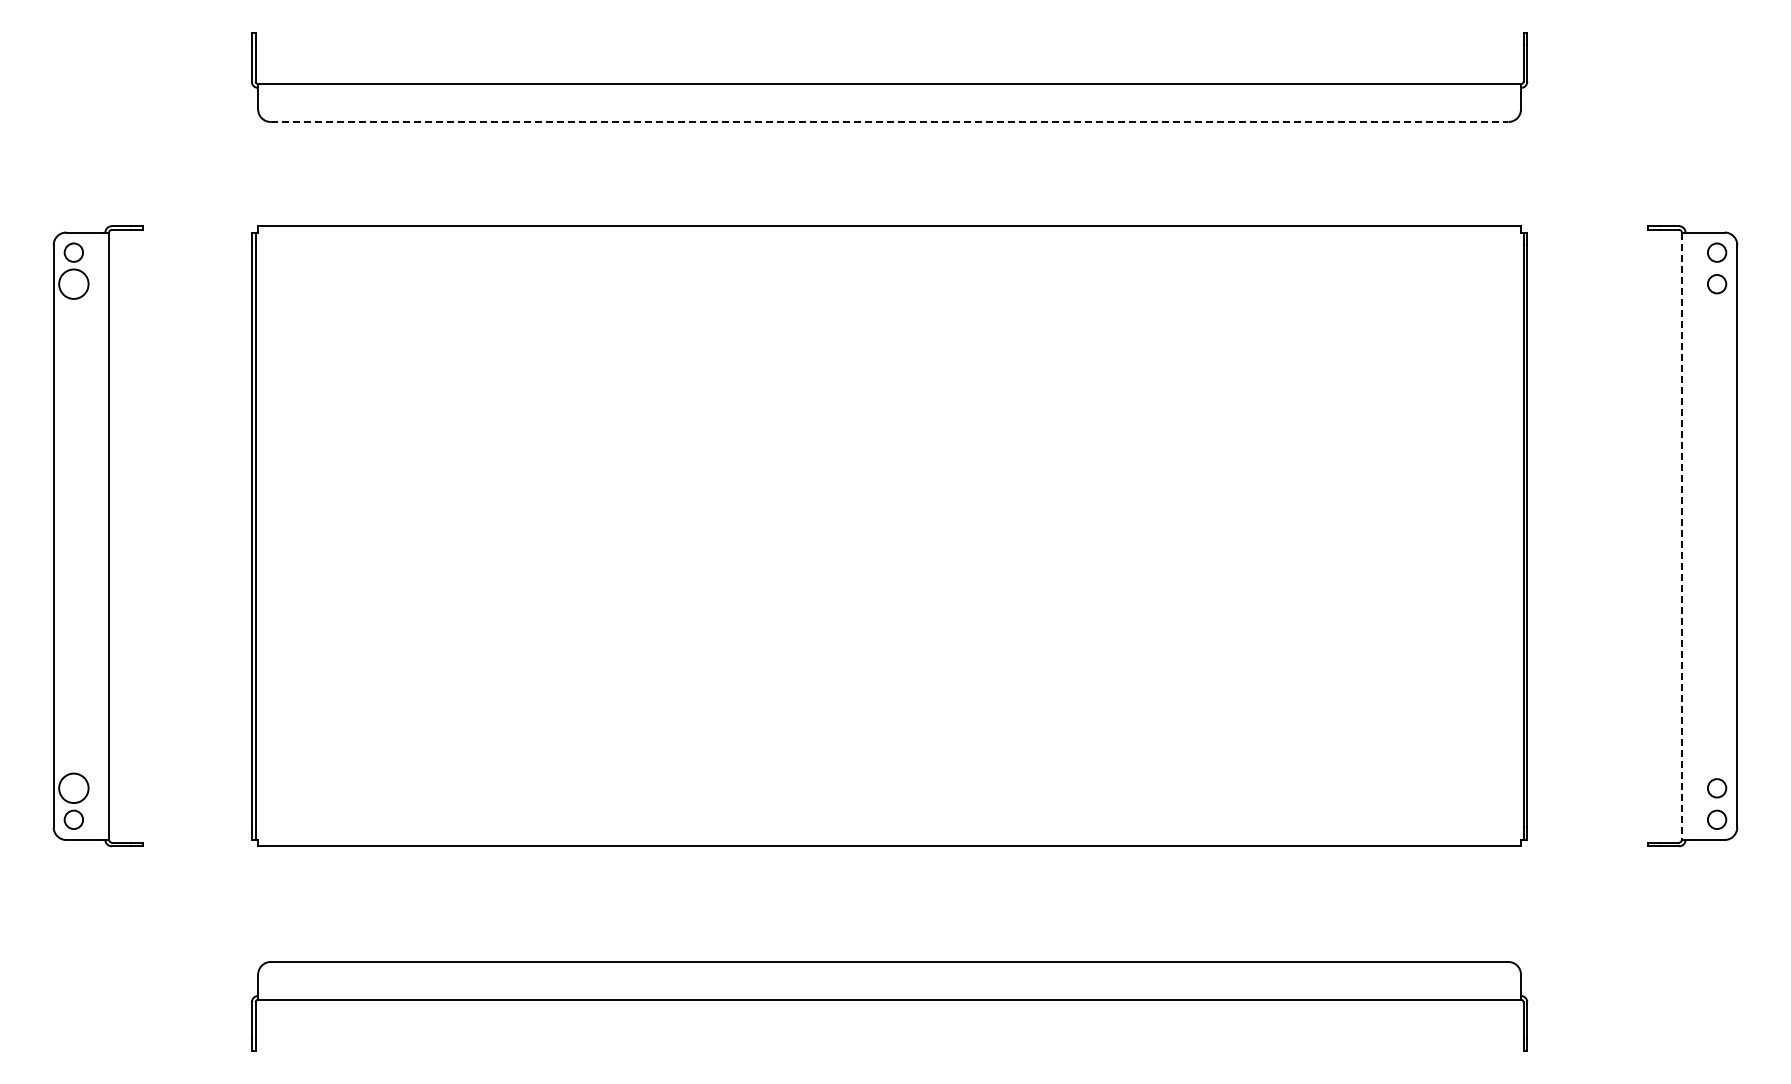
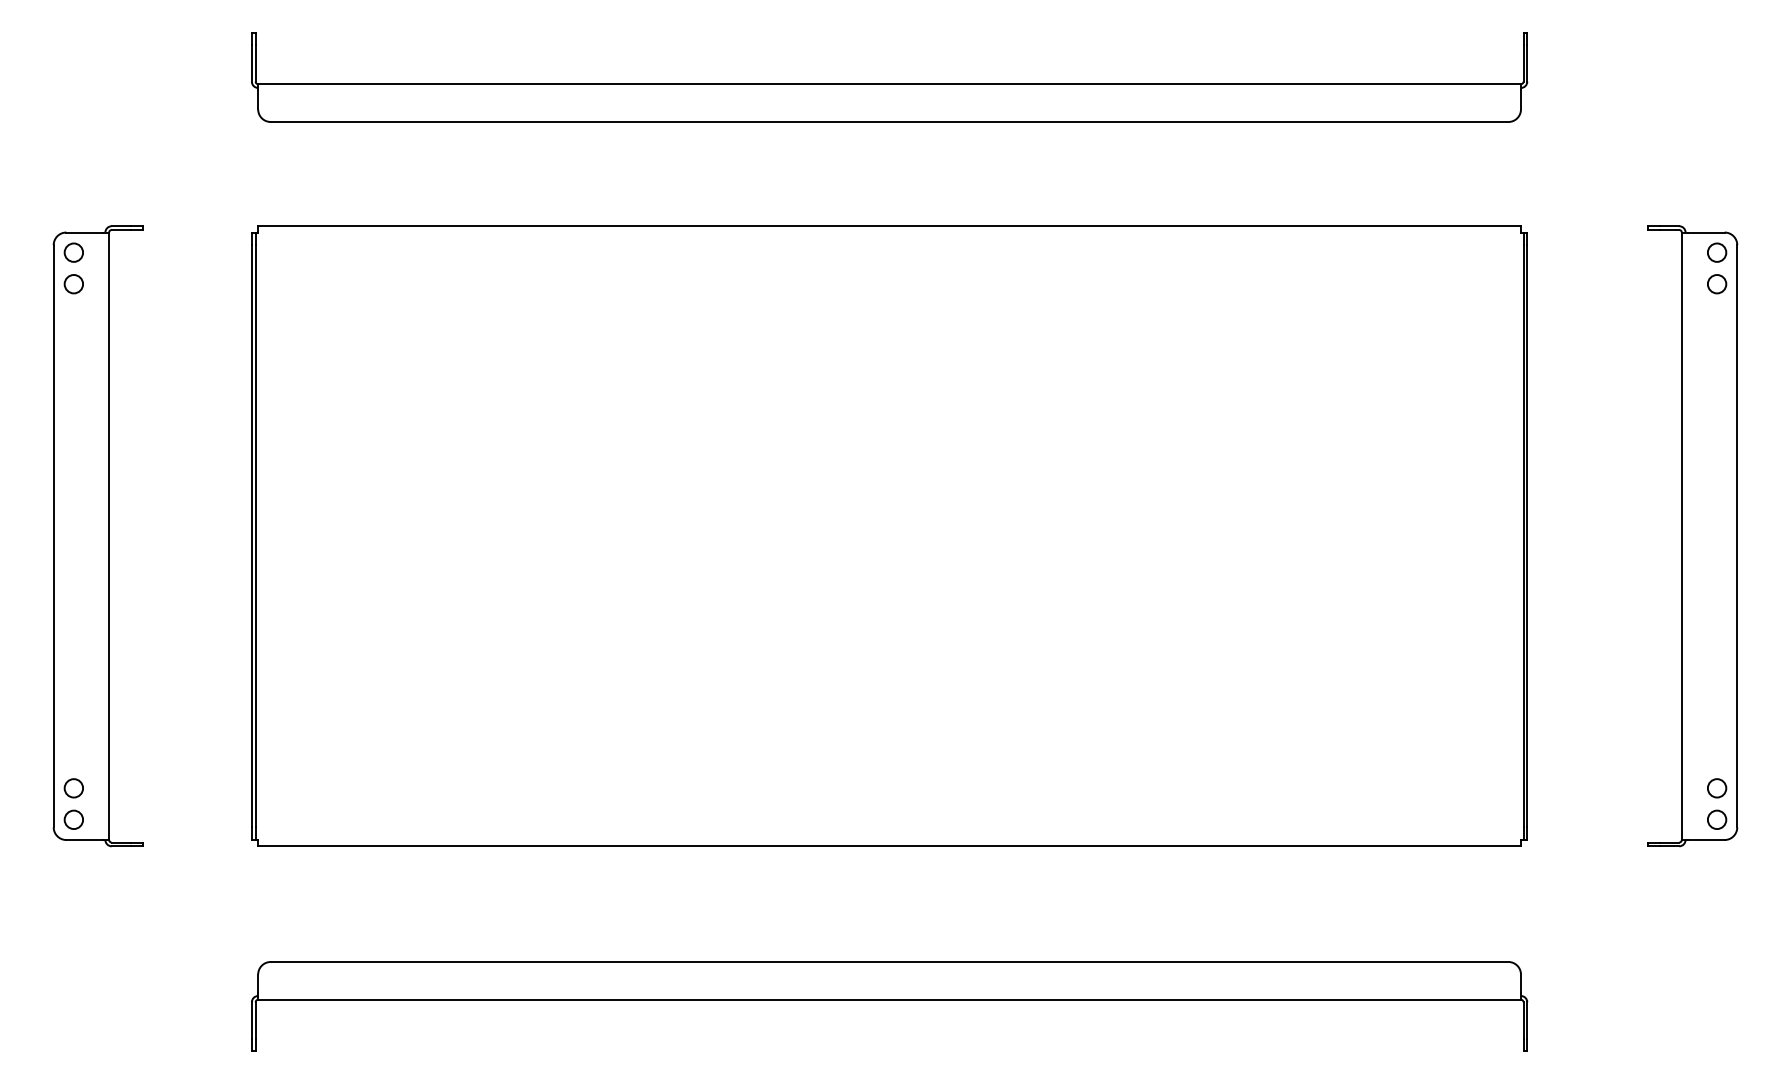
line at (889, 122): dashed -> solid
circle at (73, 283) diameter: 29 px -> 18 px
line at (1681, 536): dashed -> solid
circle at (73, 788) diameter: 29 px -> 18 px
